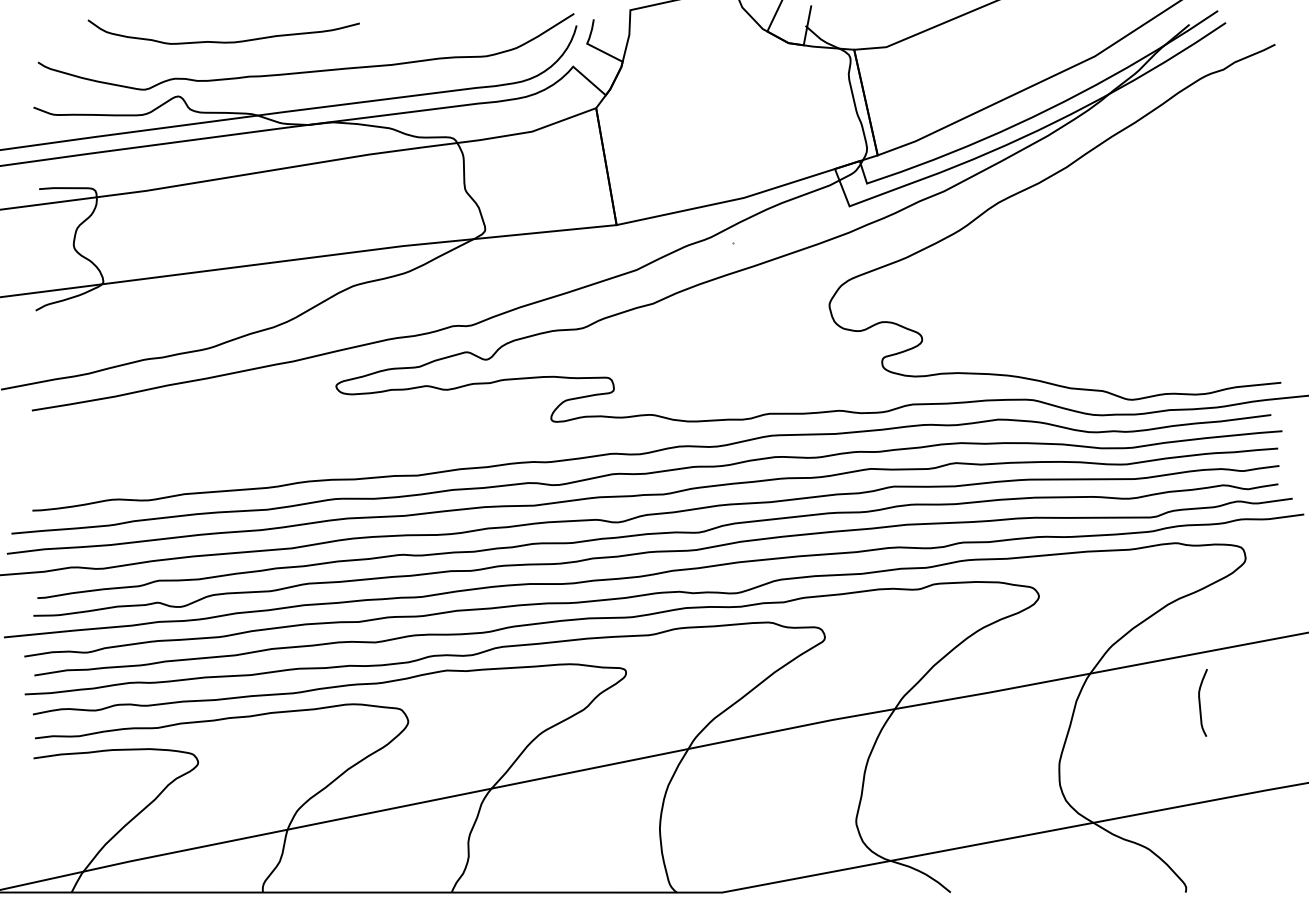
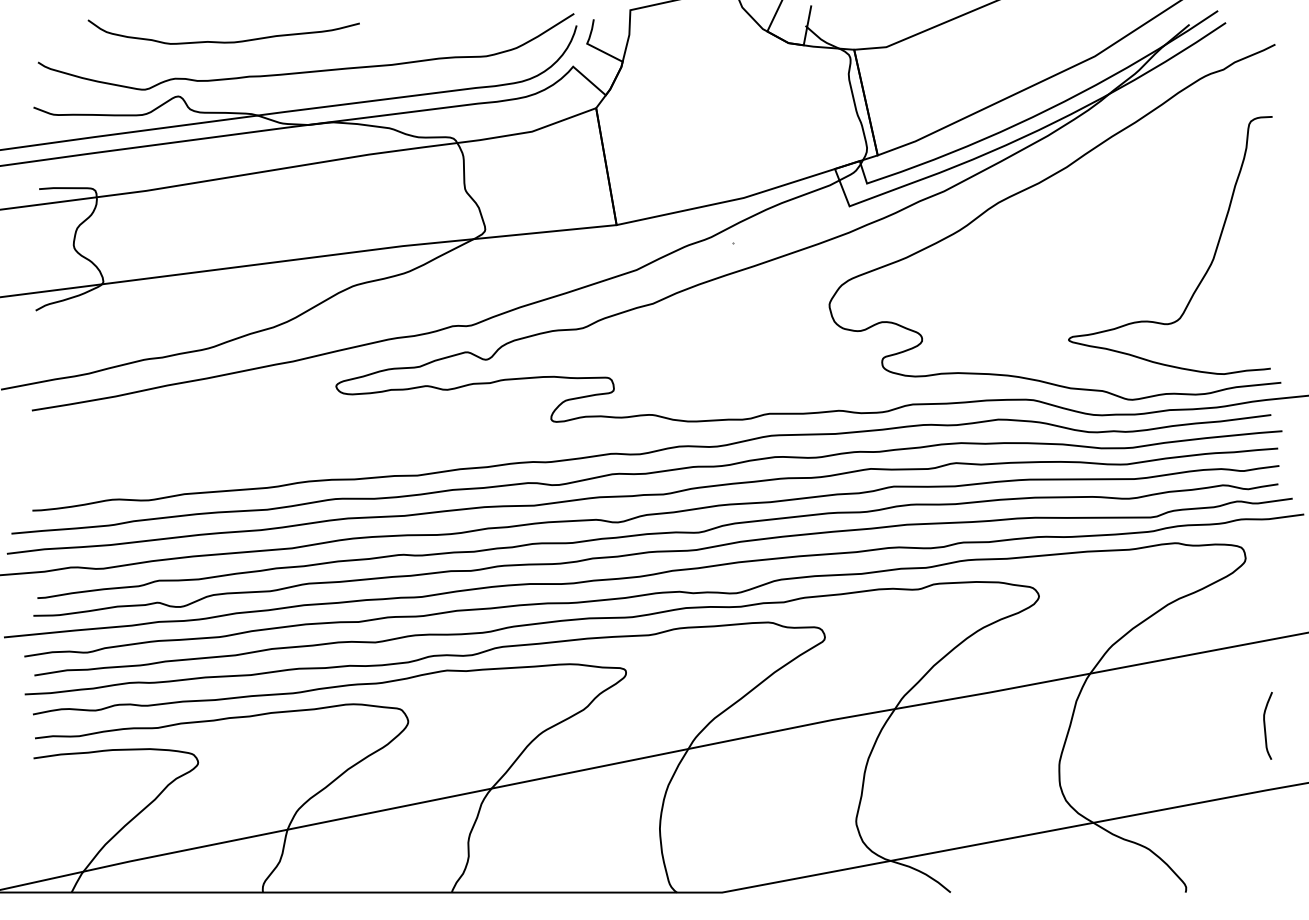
curve at (1208, 266): none -> present
curve at (1200, 702) position: (1200, 702) -> (1265, 725)
